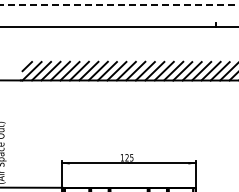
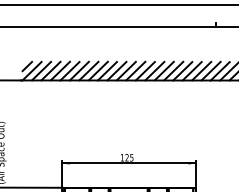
line at (119, 4): dashed -> solid
